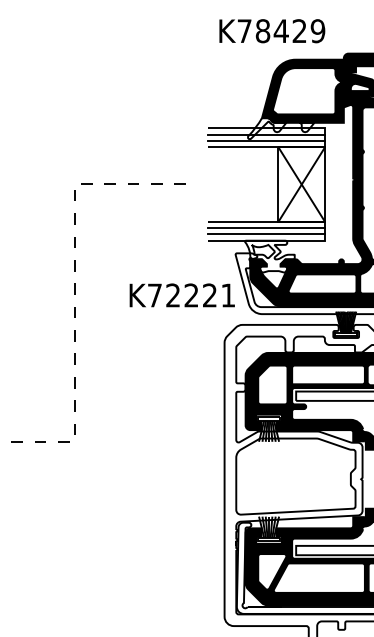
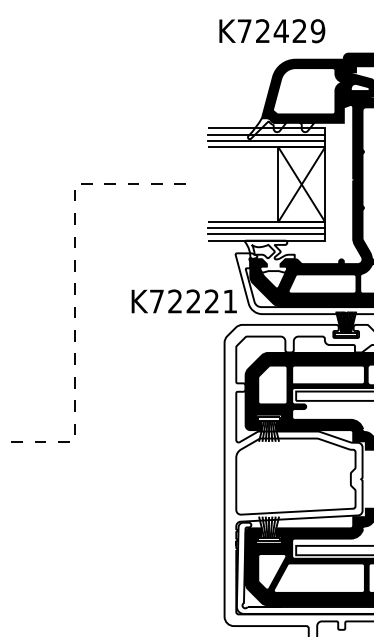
text at (262, 31): K78429 -> K72429
text at (181, 295) position: (181, 295) -> (183, 301)
